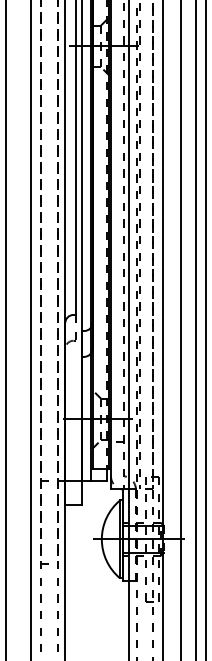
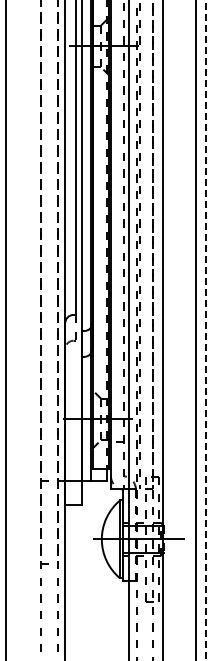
line at (31, 329): present -> none
line at (180, 329): present -> none
line at (205, 330): solid -> dashed
